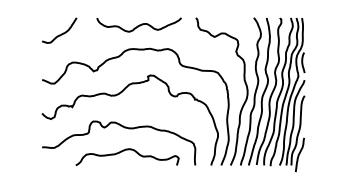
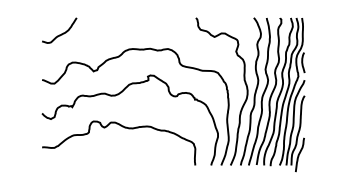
curve at (139, 24): present -> none
curve at (124, 151): present -> none
